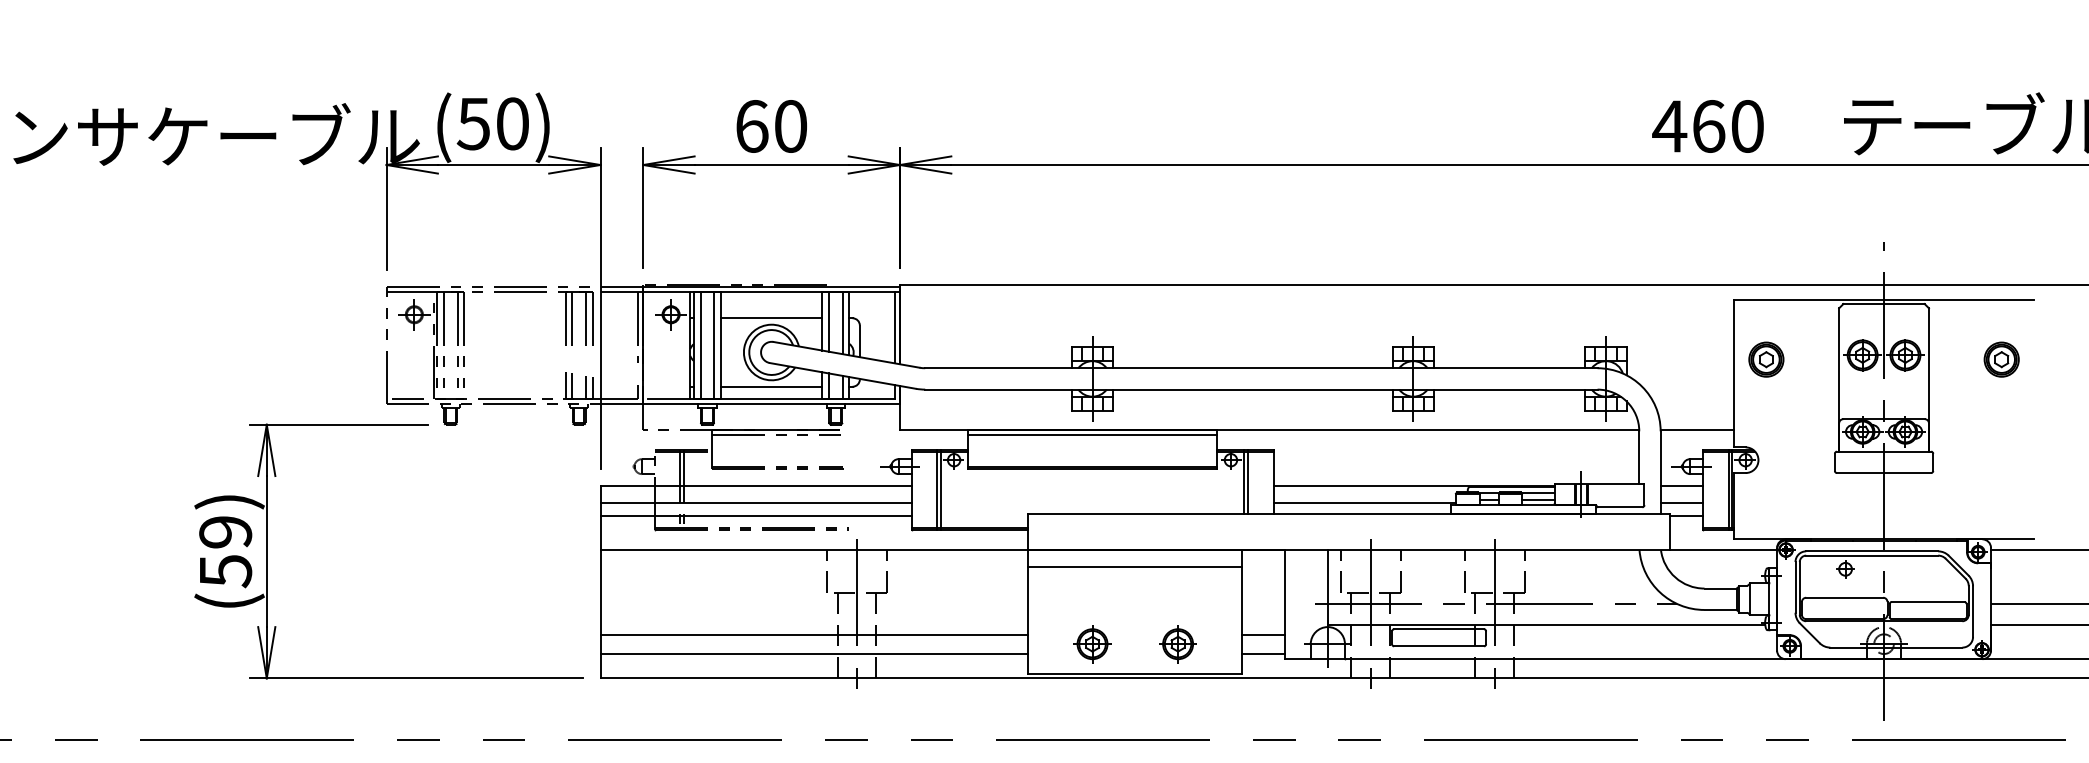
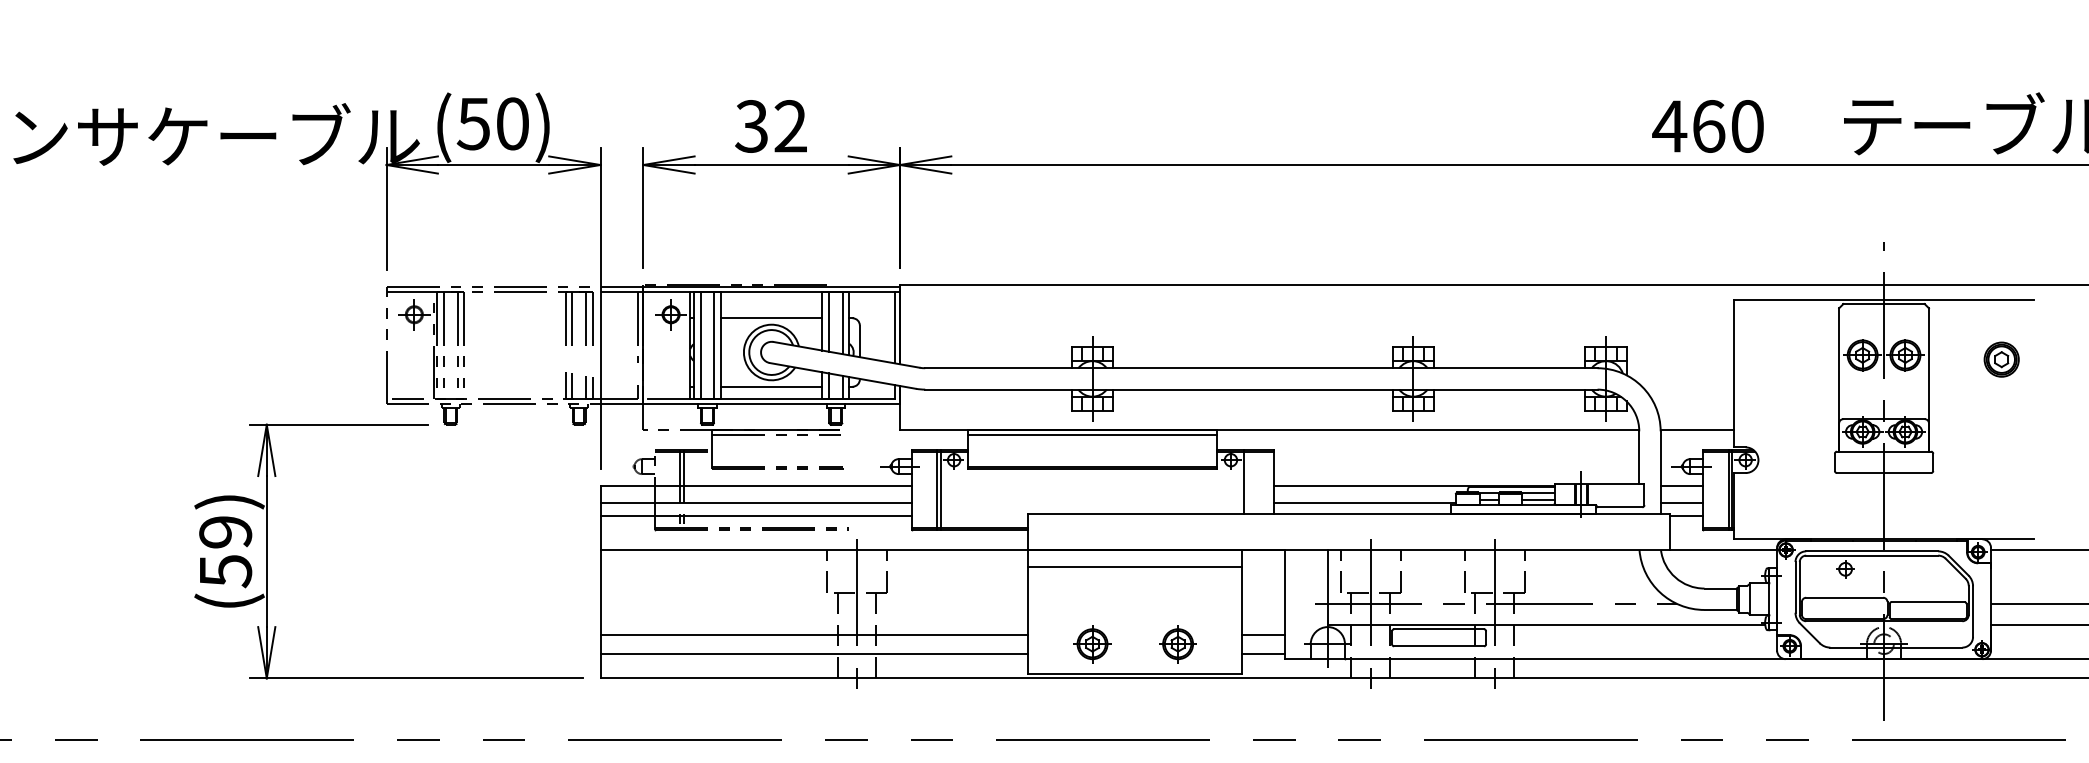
text at (771, 126): 60 -> 32
part at (1766, 359): present -> none
line at (1248, 481): present -> none
